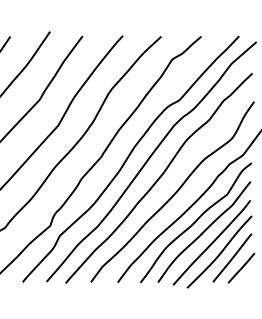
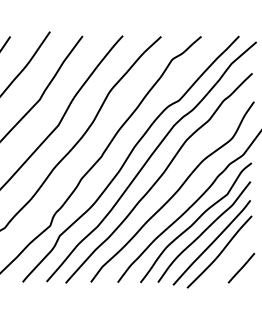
line at (232, 257): present -> none
